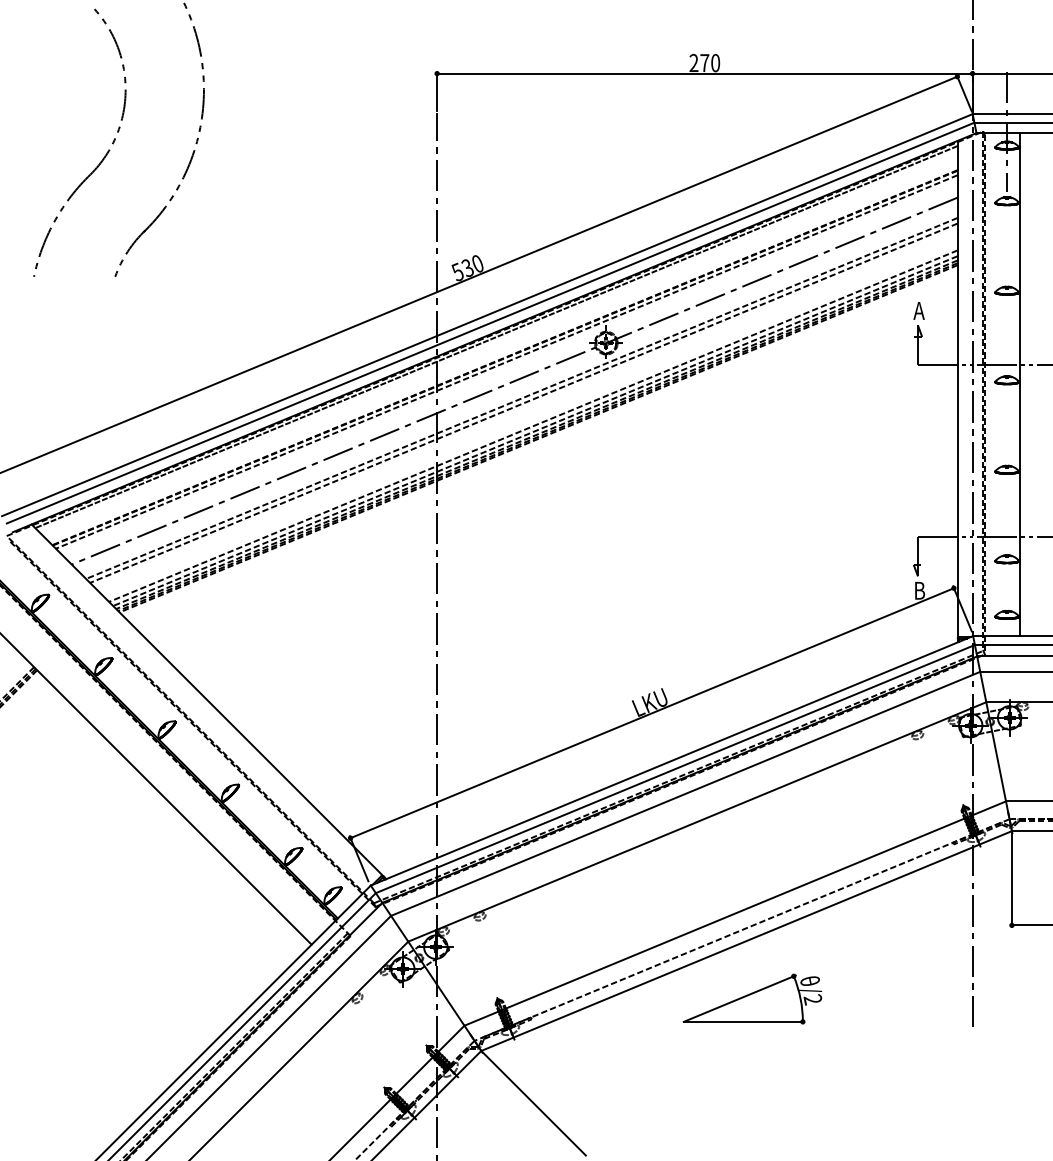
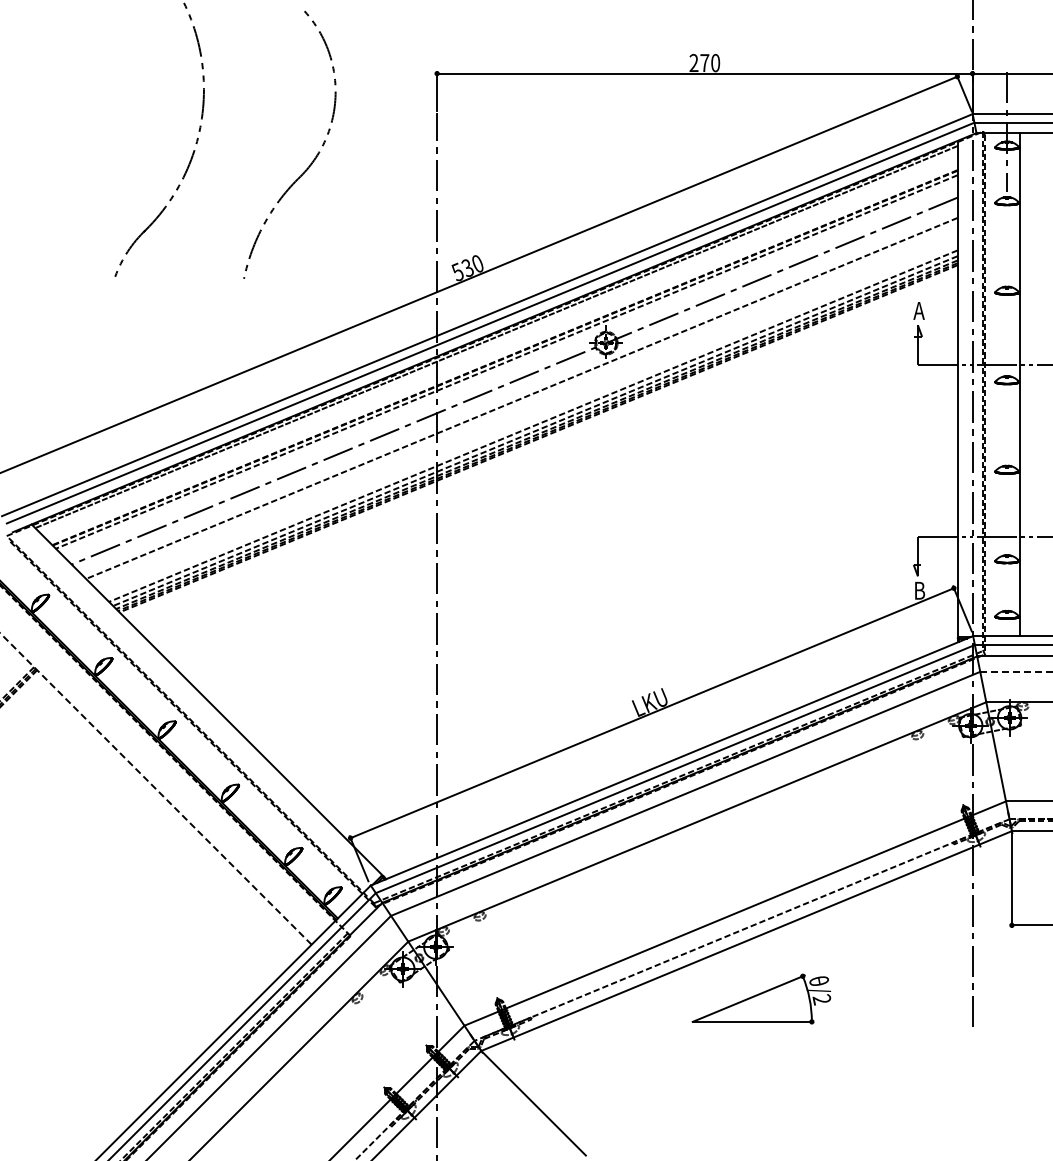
part at (102, 158) position: (102, 158) -> (312, 160)
line at (523, 402): present -> none
line at (1016, 671): solid -> dashed
line at (156, 789): solid -> dashed
part at (752, 998) position: (752, 998) -> (761, 998)
